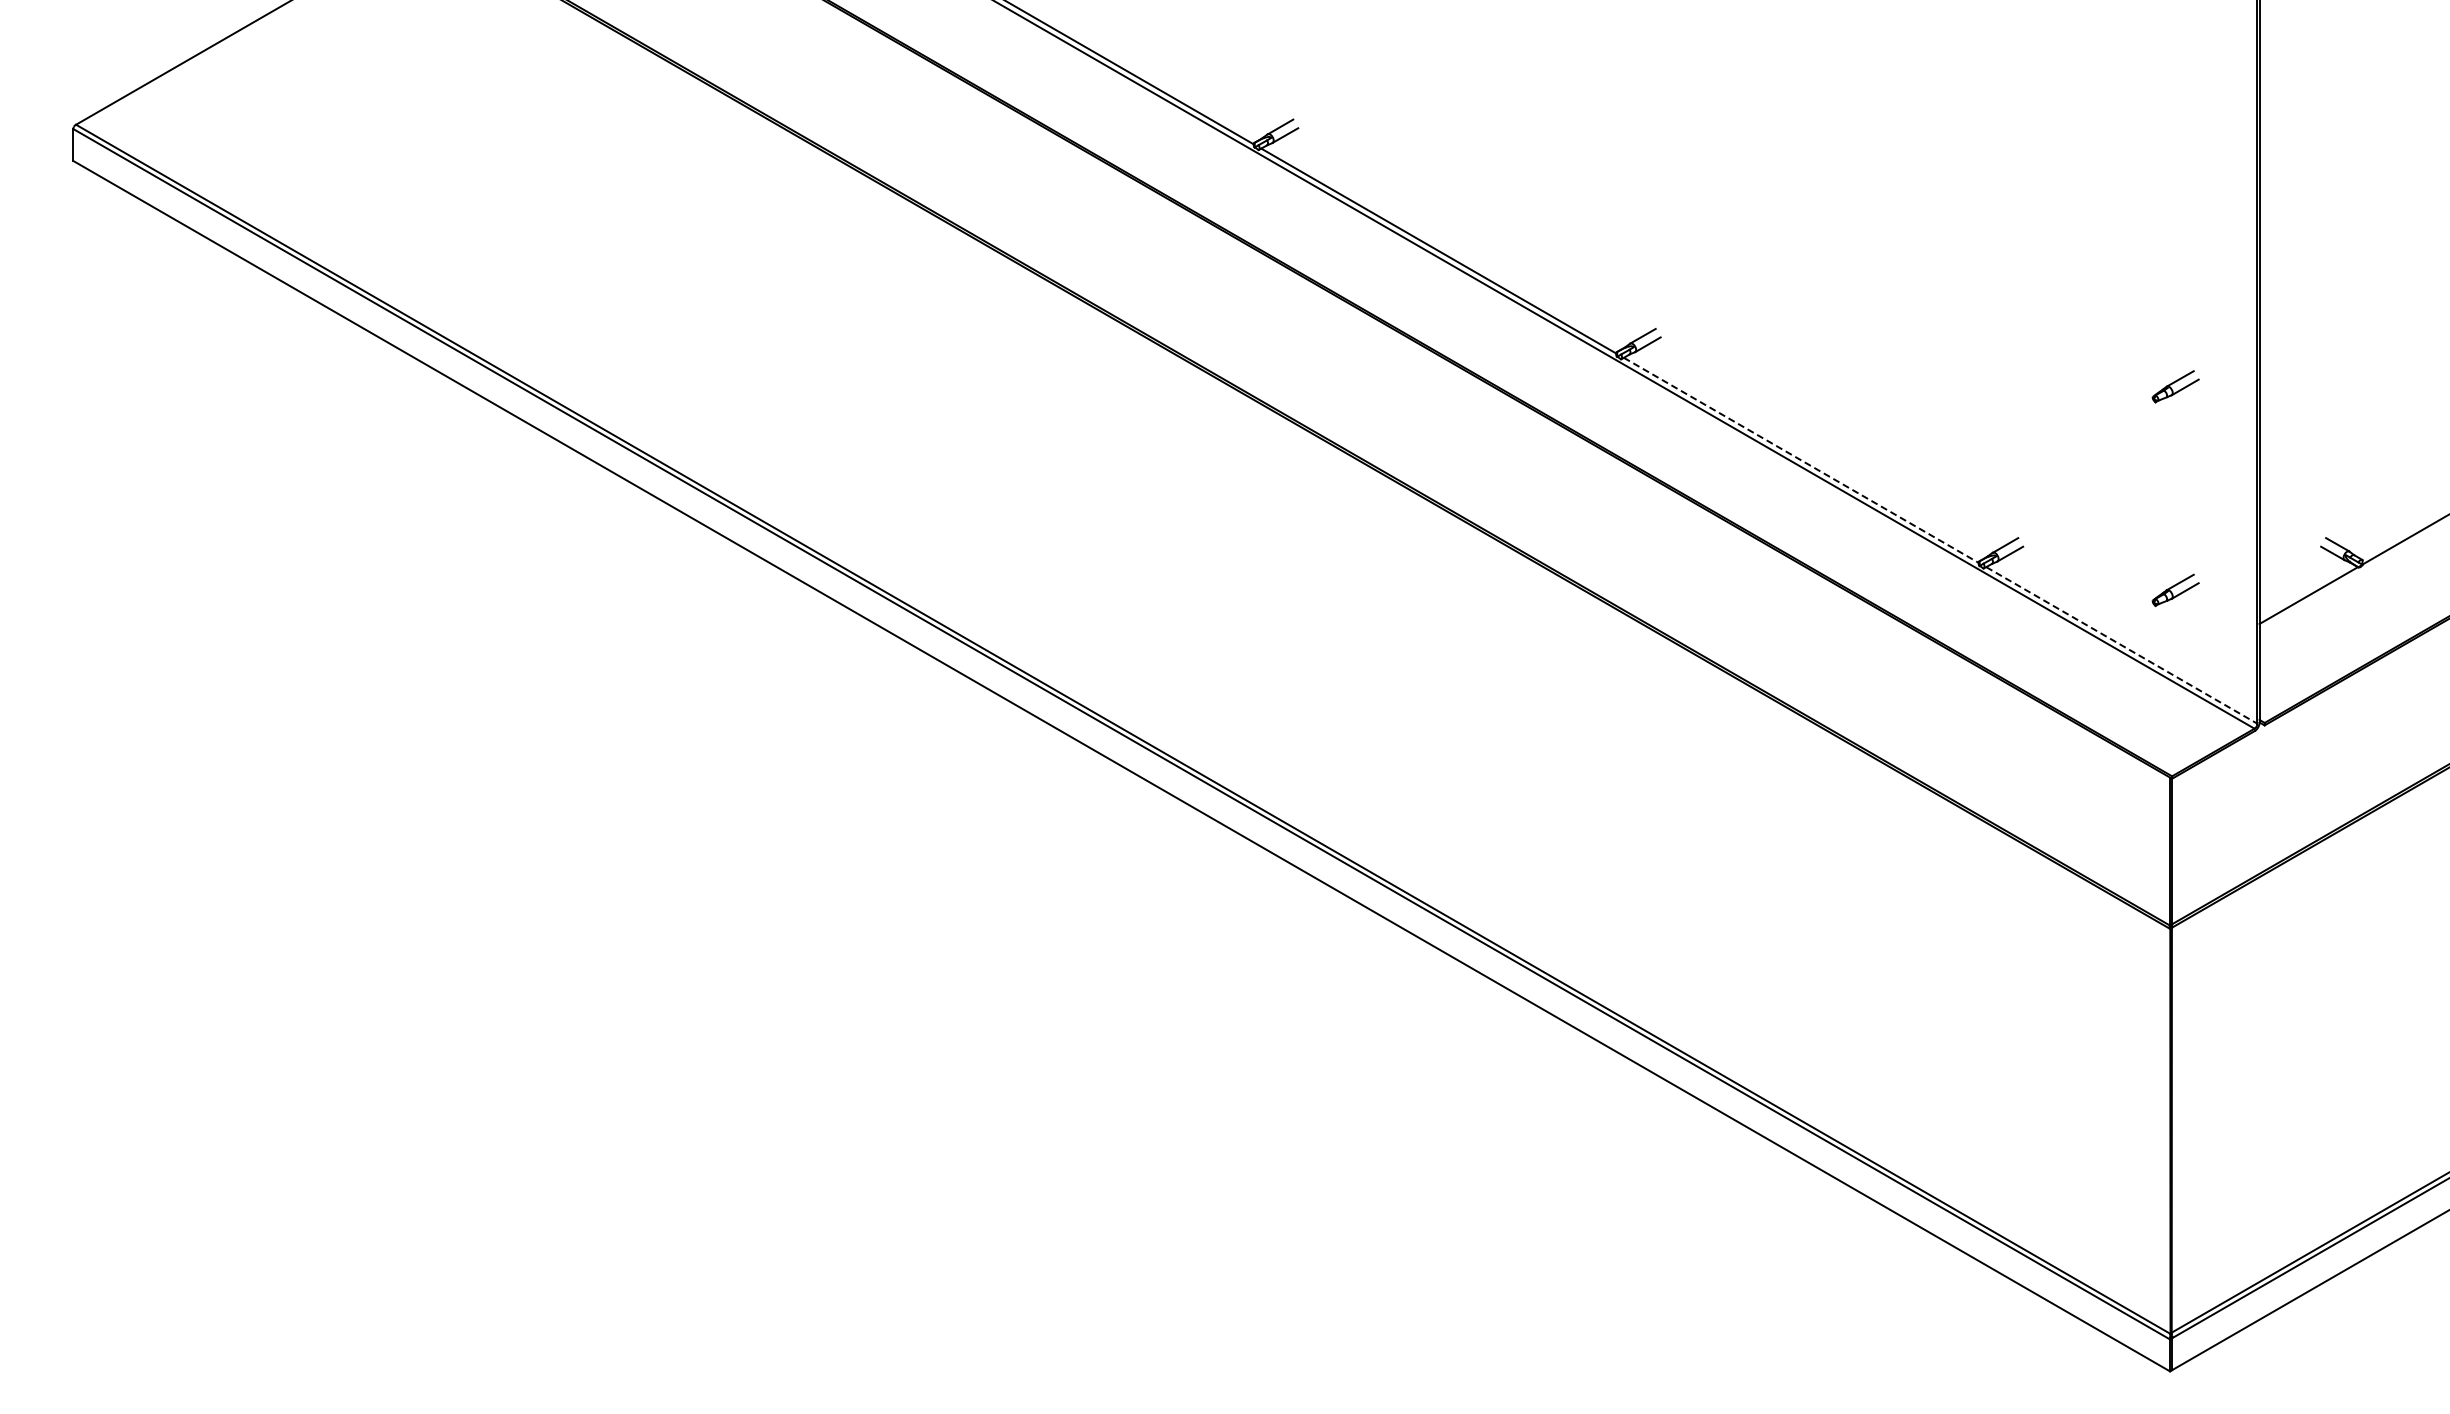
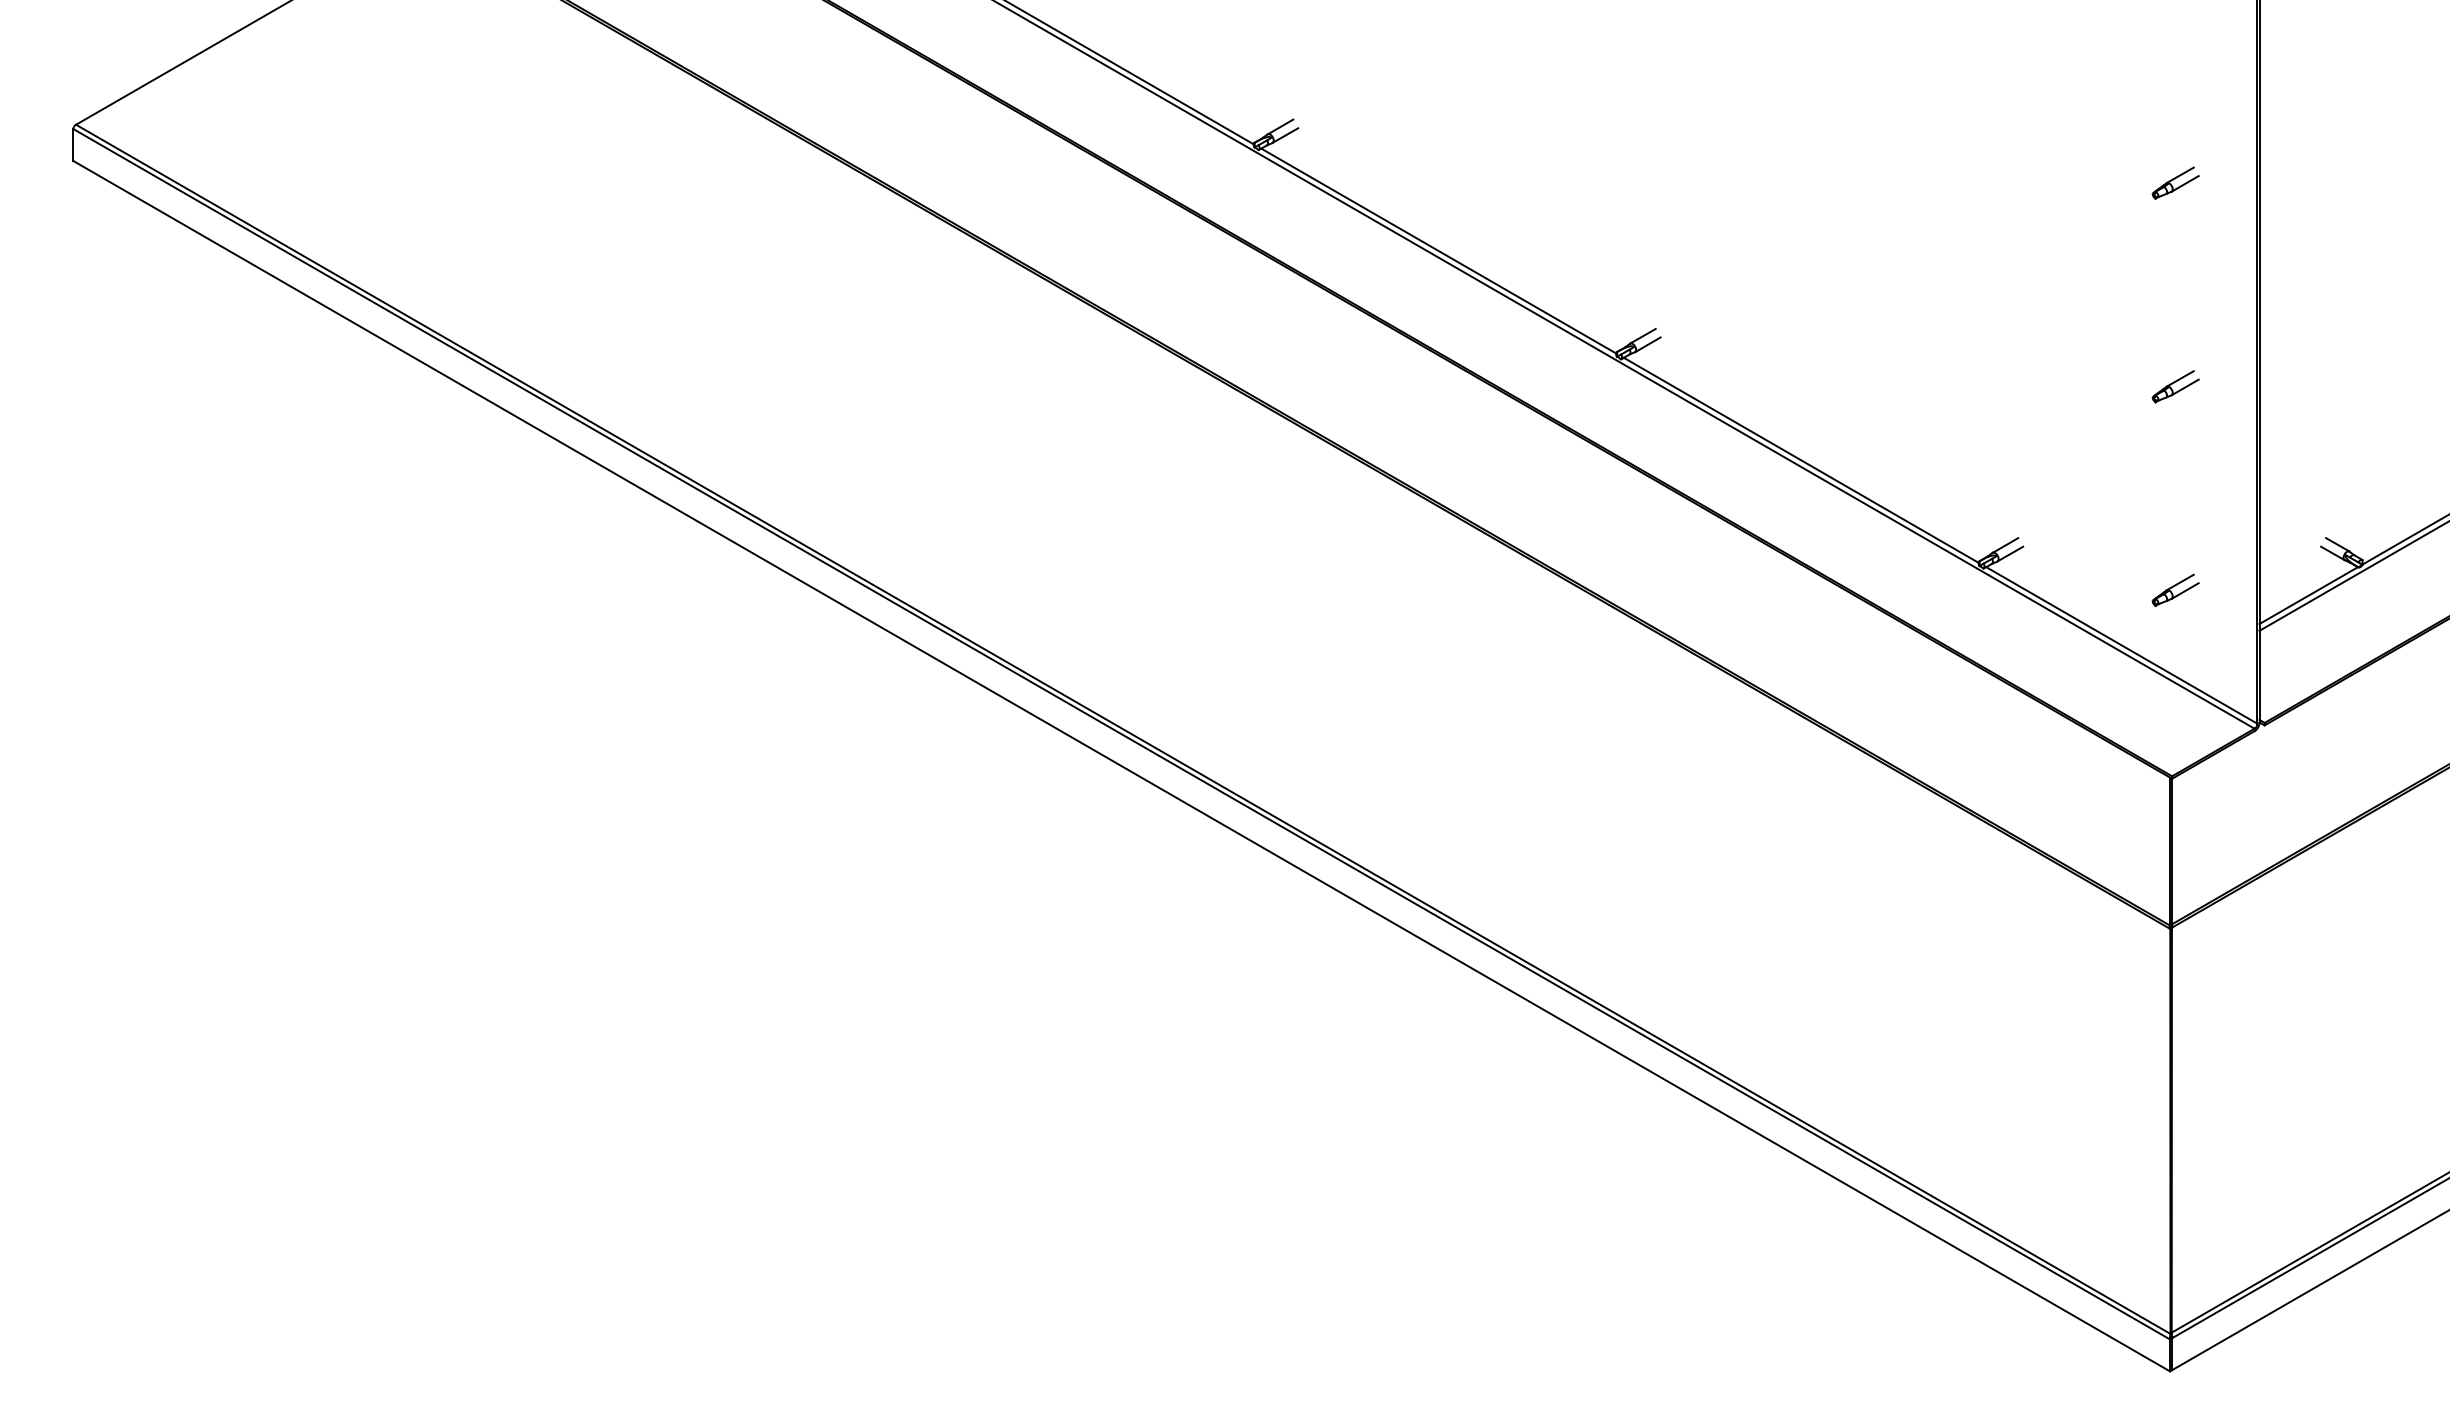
part at (2175, 182): none -> present
line at (1801, 460): dashed -> solid
line at (2352, 576): none -> present
line at (2121, 645): dashed -> solid
